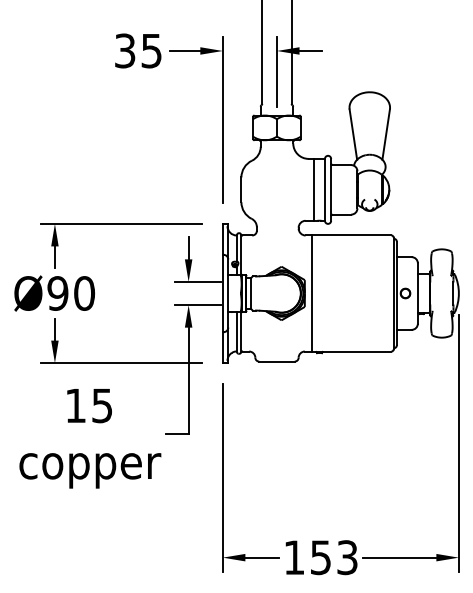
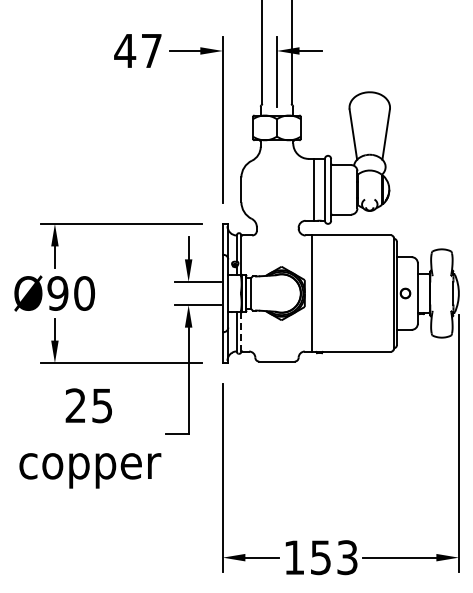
text at (137, 50): 35 -> 47
line at (241, 331): solid -> dashed
text at (75, 405): 15 -> 25
